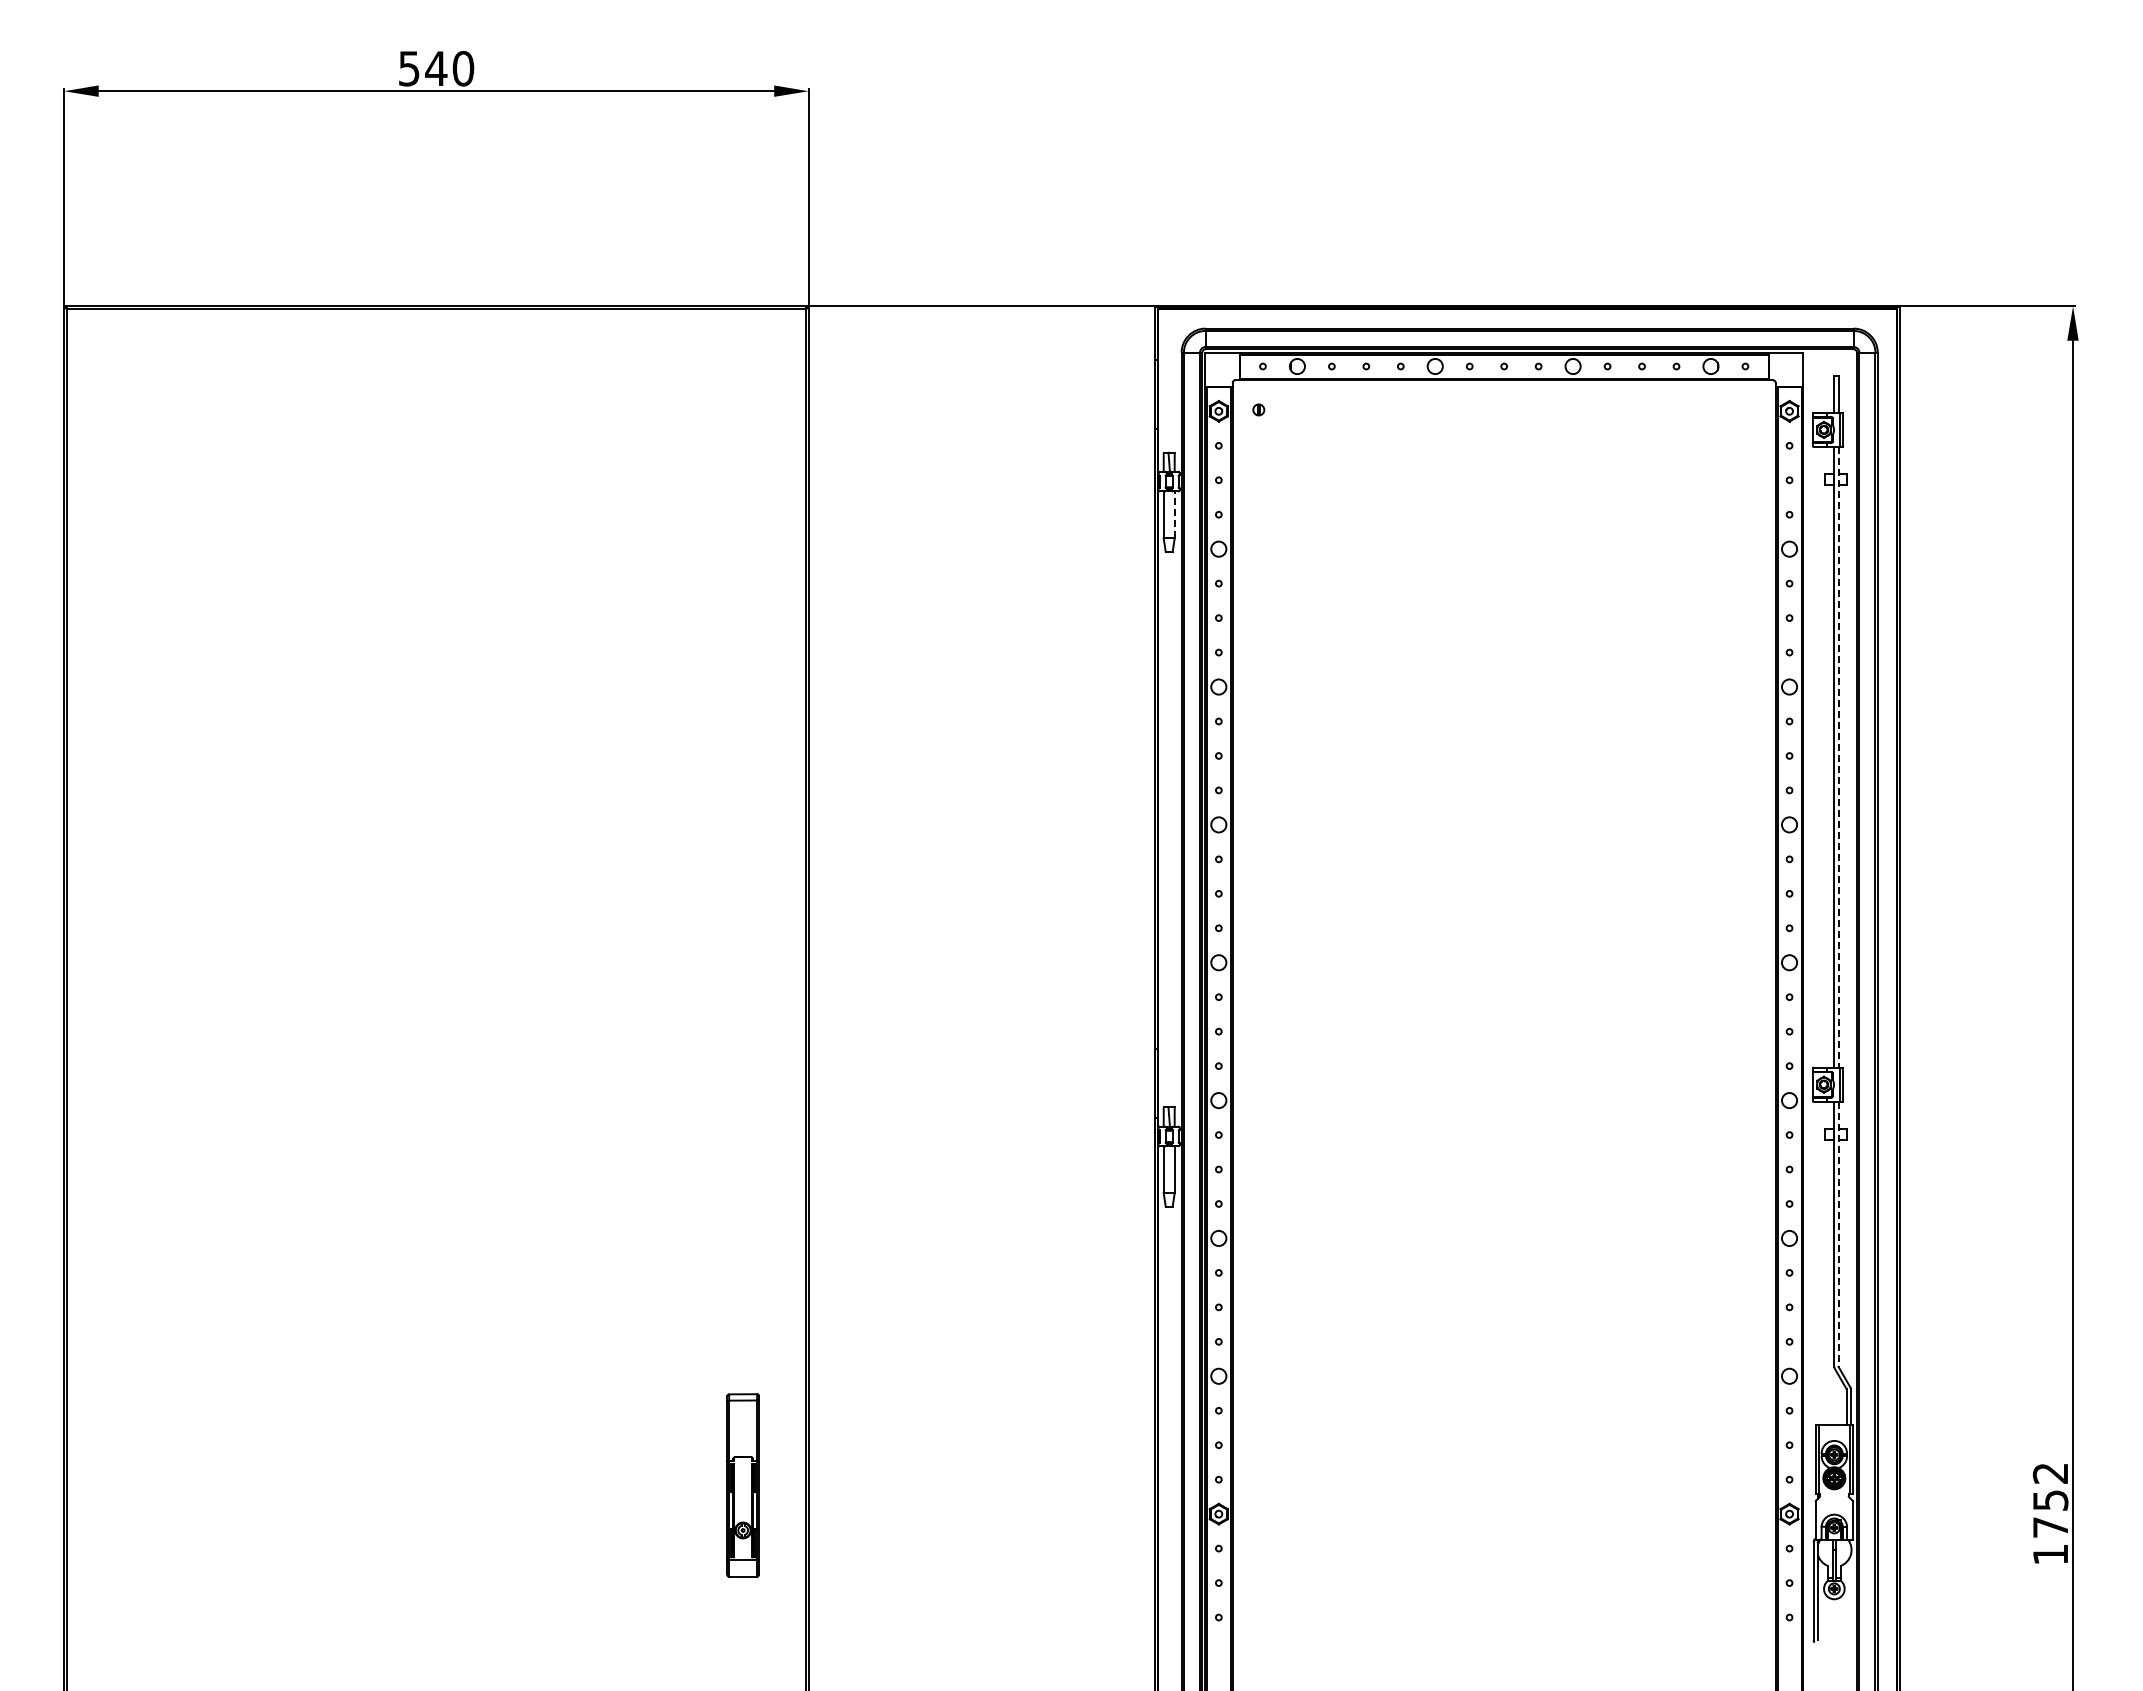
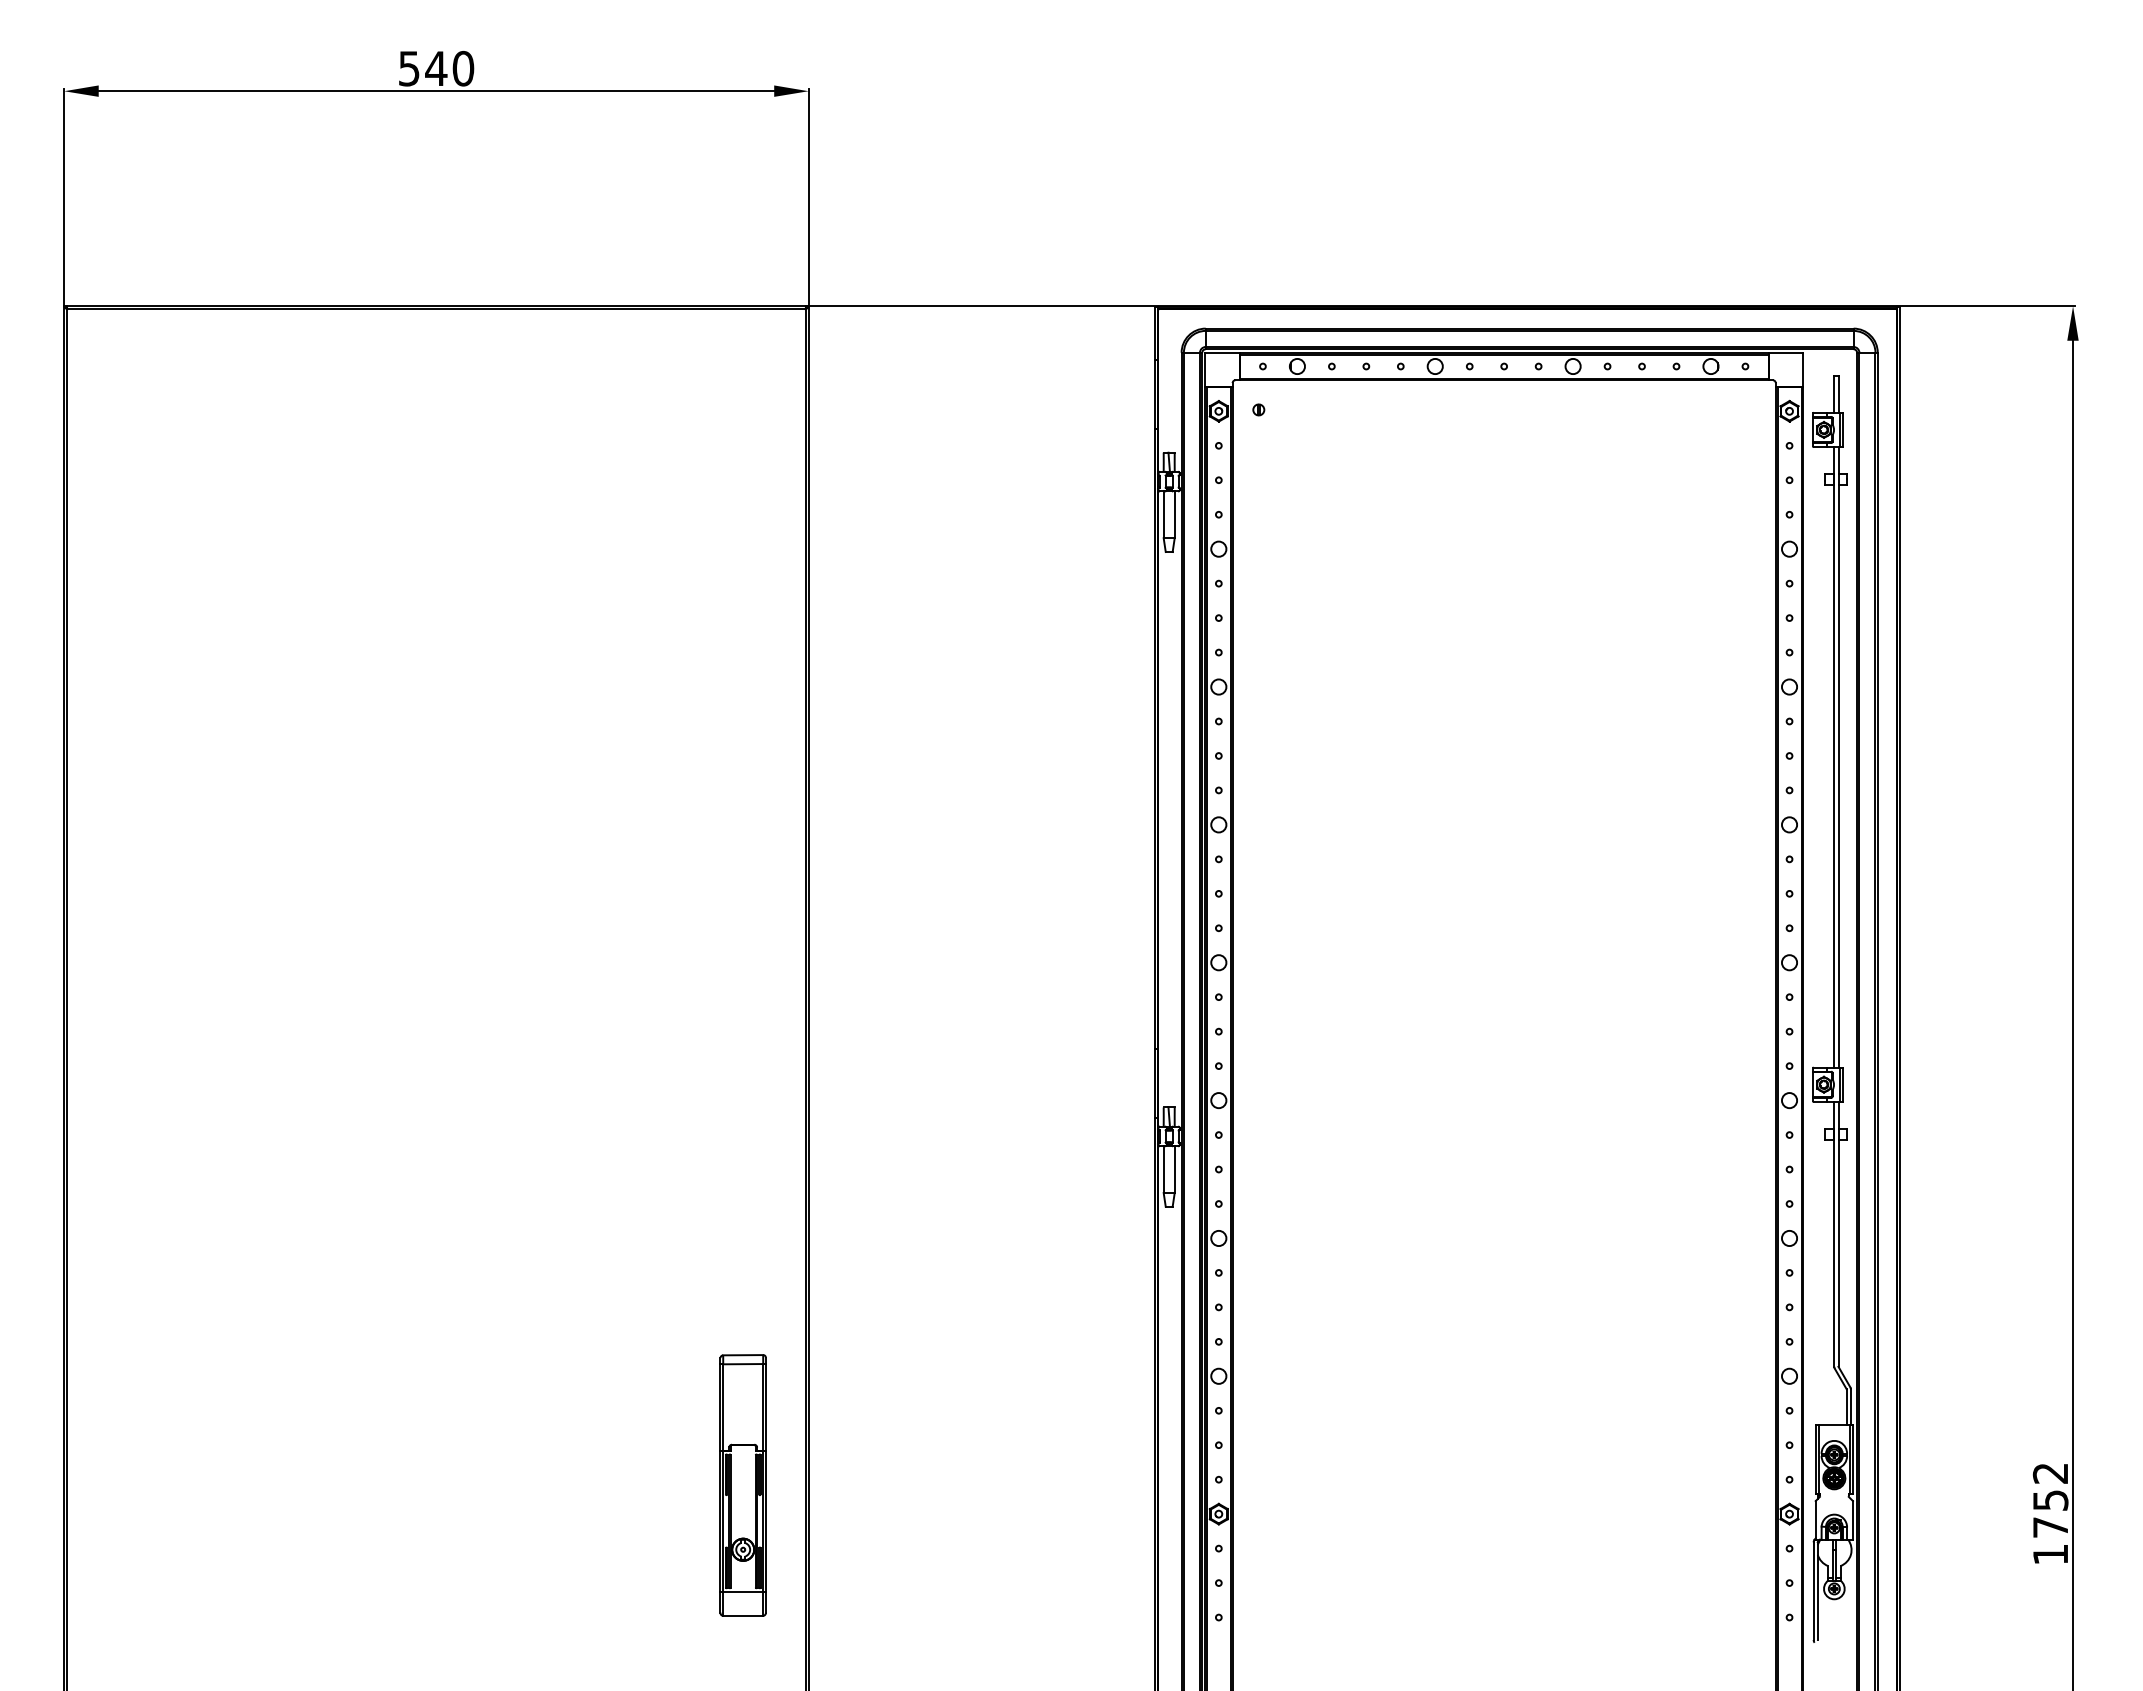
line at (1174, 514): dashed -> solid
line at (1838, 757): dashed -> solid
line at (1838, 1234): dashed -> solid
part at (742, 1485) size: 34x185 px -> 48x263 px
